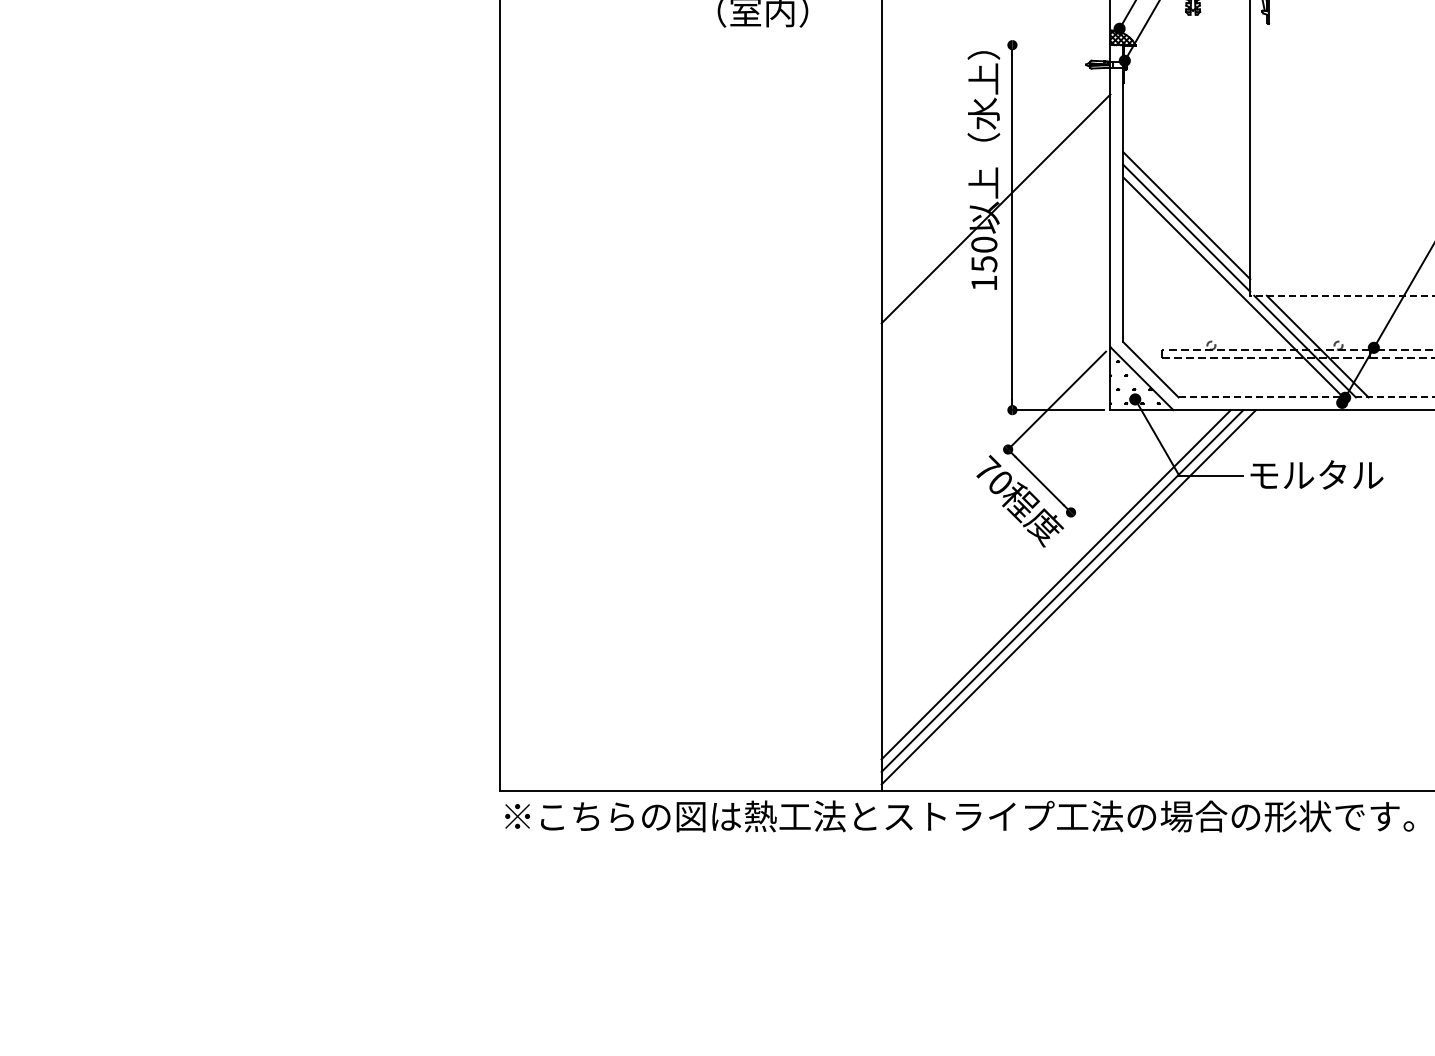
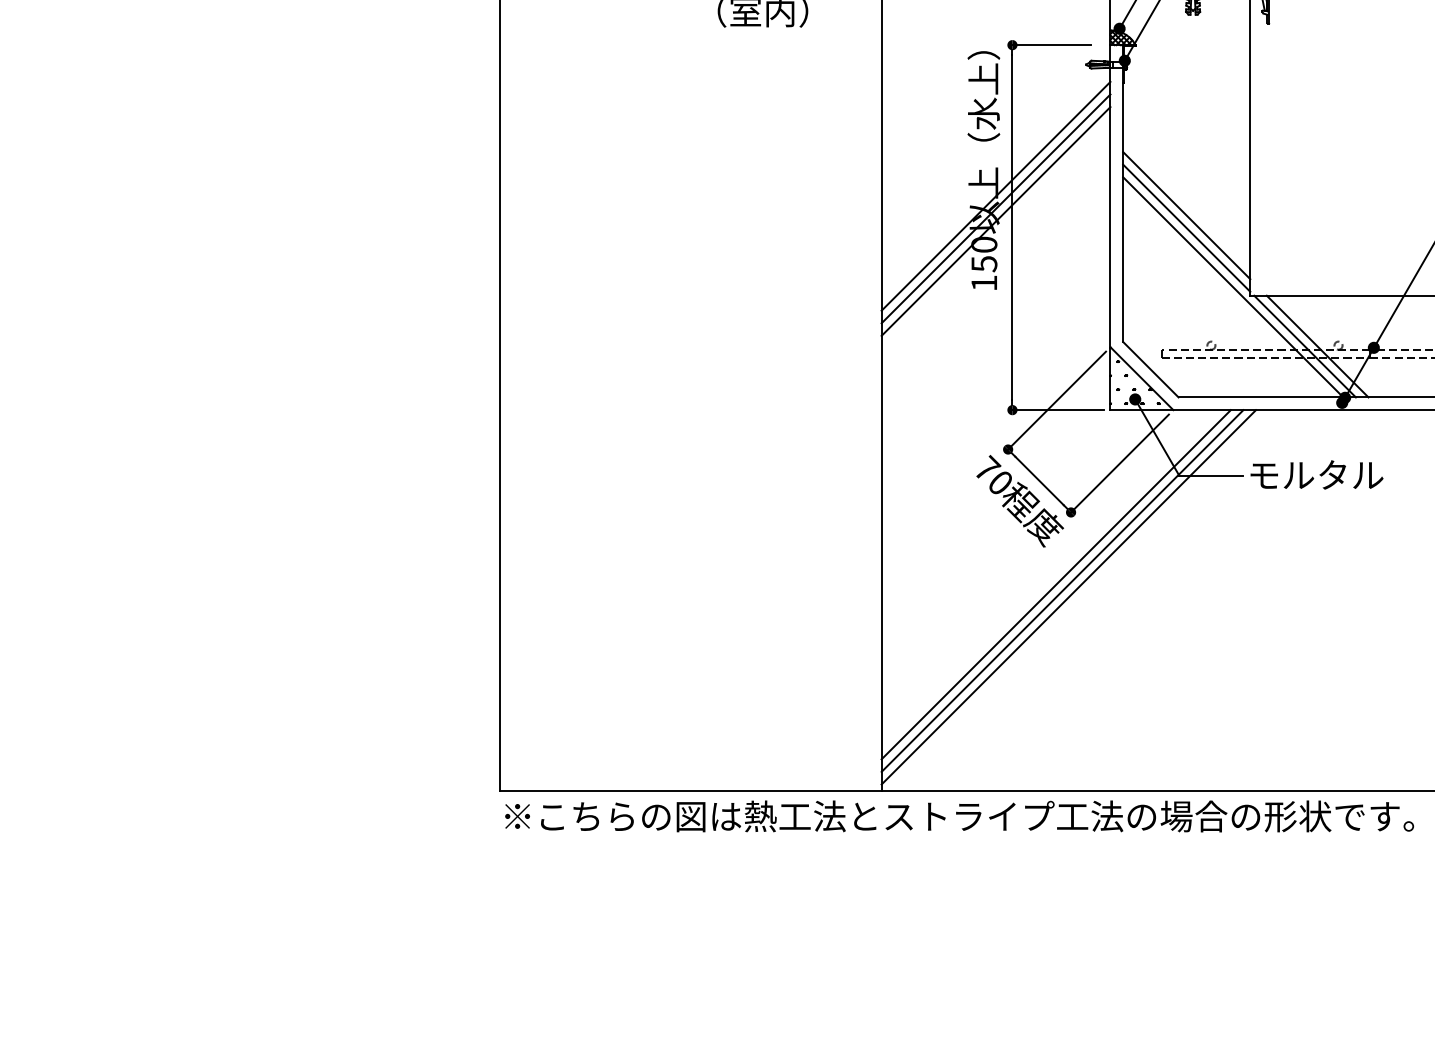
line at (1051, 45): none -> present
line at (995, 195): none -> present
line at (995, 221): none -> present
line at (1342, 295): dashed -> solid
line at (1306, 397): dashed -> solid
line at (1119, 463): none -> present
